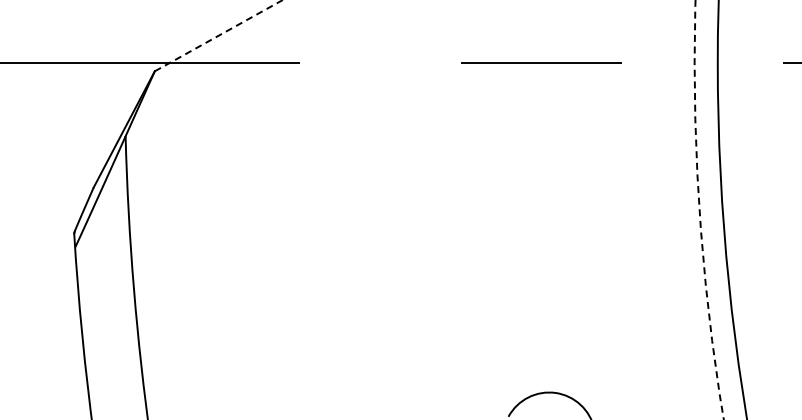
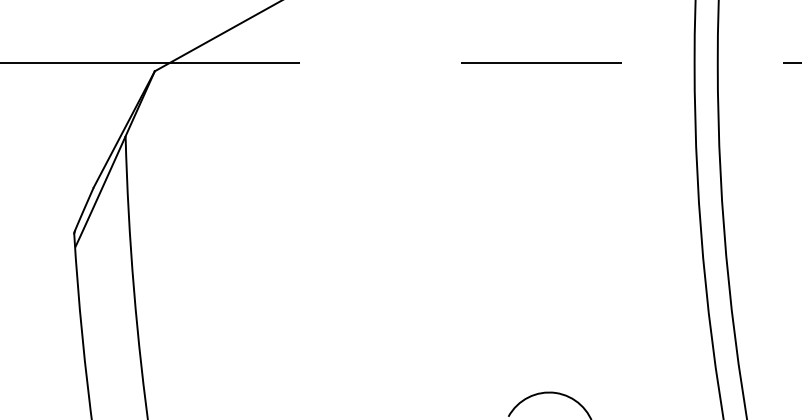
line at (218, 35): dashed -> solid
circle at (708, 209): dashed -> solid
